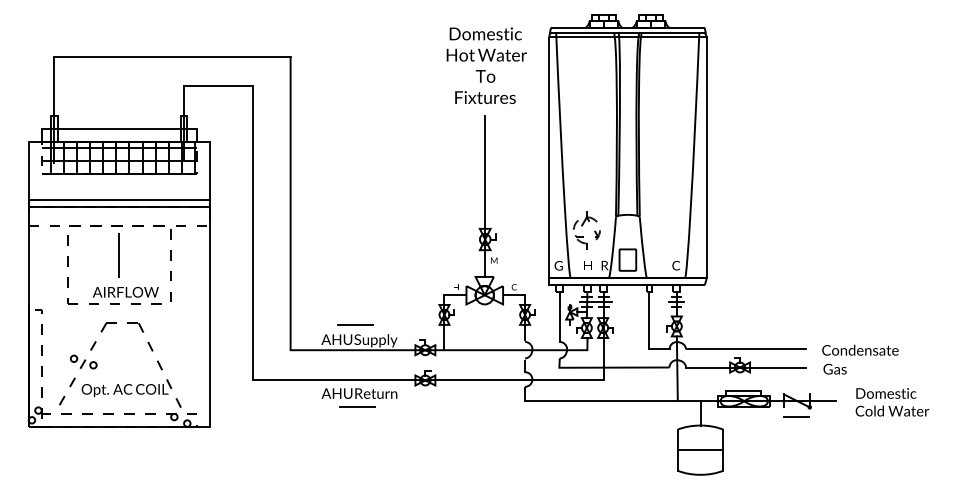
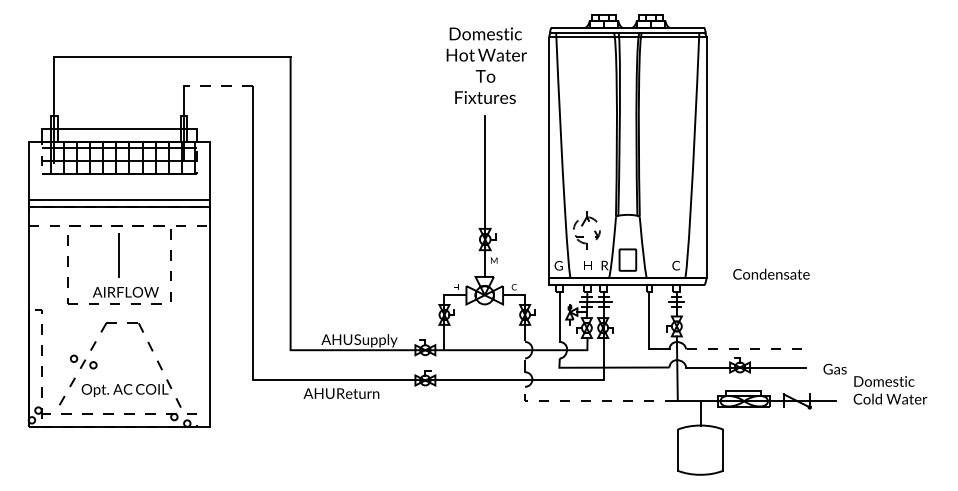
line at (218, 86): solid -> dashed
line at (354, 325): present -> none
line at (746, 349): solid -> dashed
text at (860, 349) position: (860, 349) -> (771, 273)
text at (359, 393) position: (359, 393) -> (341, 393)
line at (591, 400): solid -> dashed
text at (892, 402) position: (892, 402) -> (890, 390)
line at (357, 406): present -> none
line at (796, 417): present -> none
line at (700, 450): present -> none
